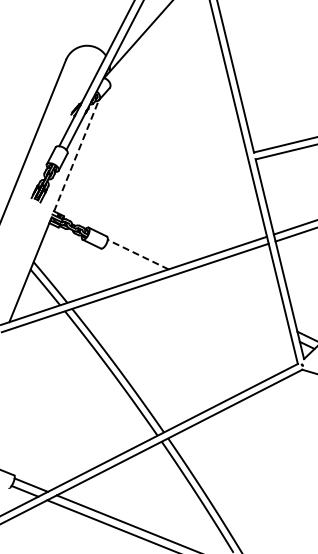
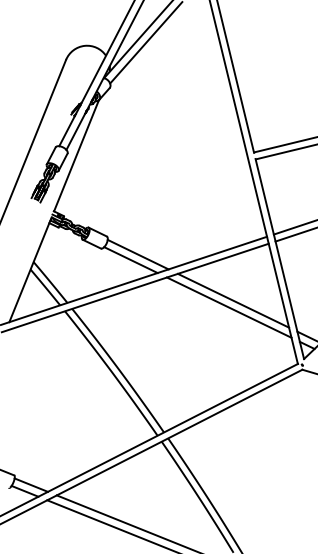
line at (146, 42): none -> present
line at (76, 155): dashed -> solid
line at (138, 254): dashed -> solid
line at (130, 260): none -> present
line at (233, 300): none -> present
line at (228, 307): none -> present
